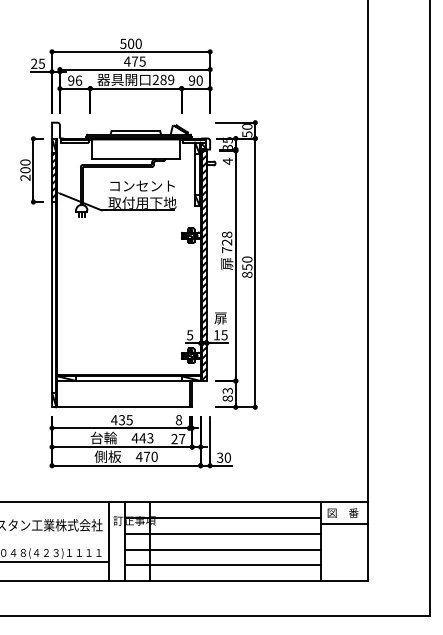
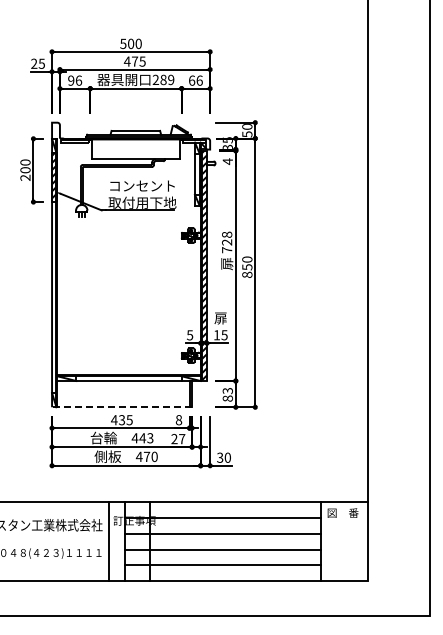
text at (195, 80): 90 -> 66
line at (121, 407): solid -> dashed
line at (344, 524): present -> none
line at (55, 562): present -> none
